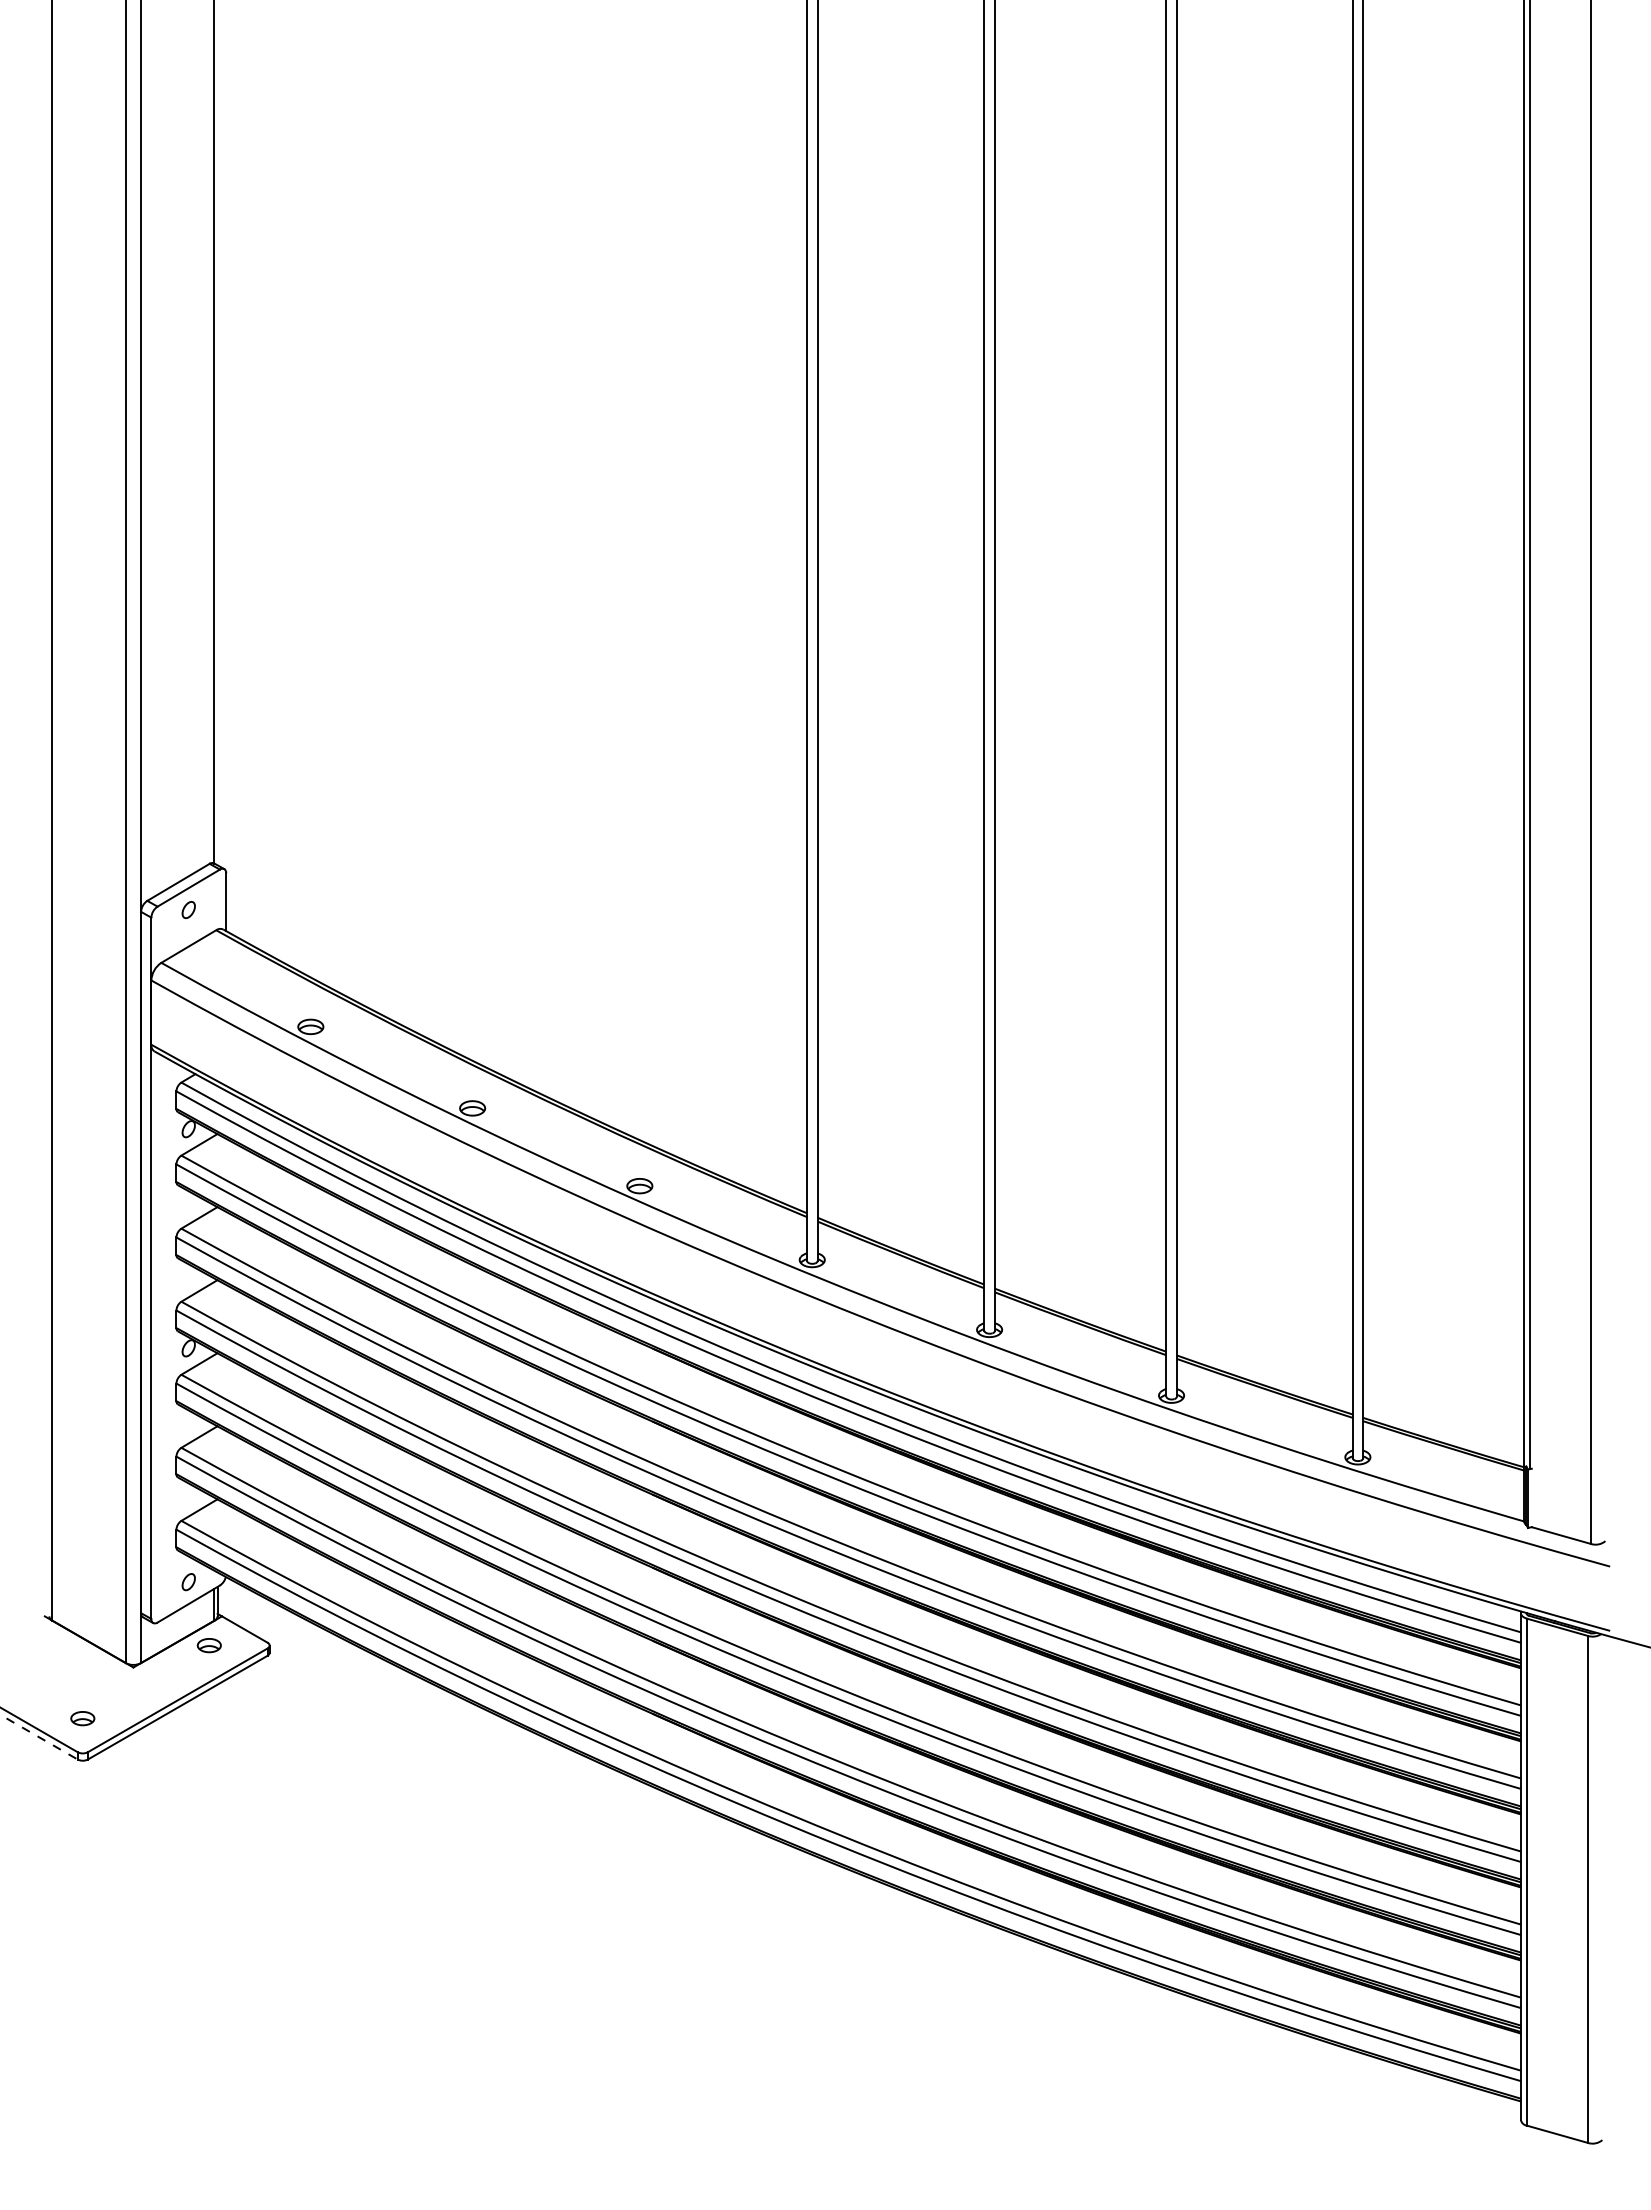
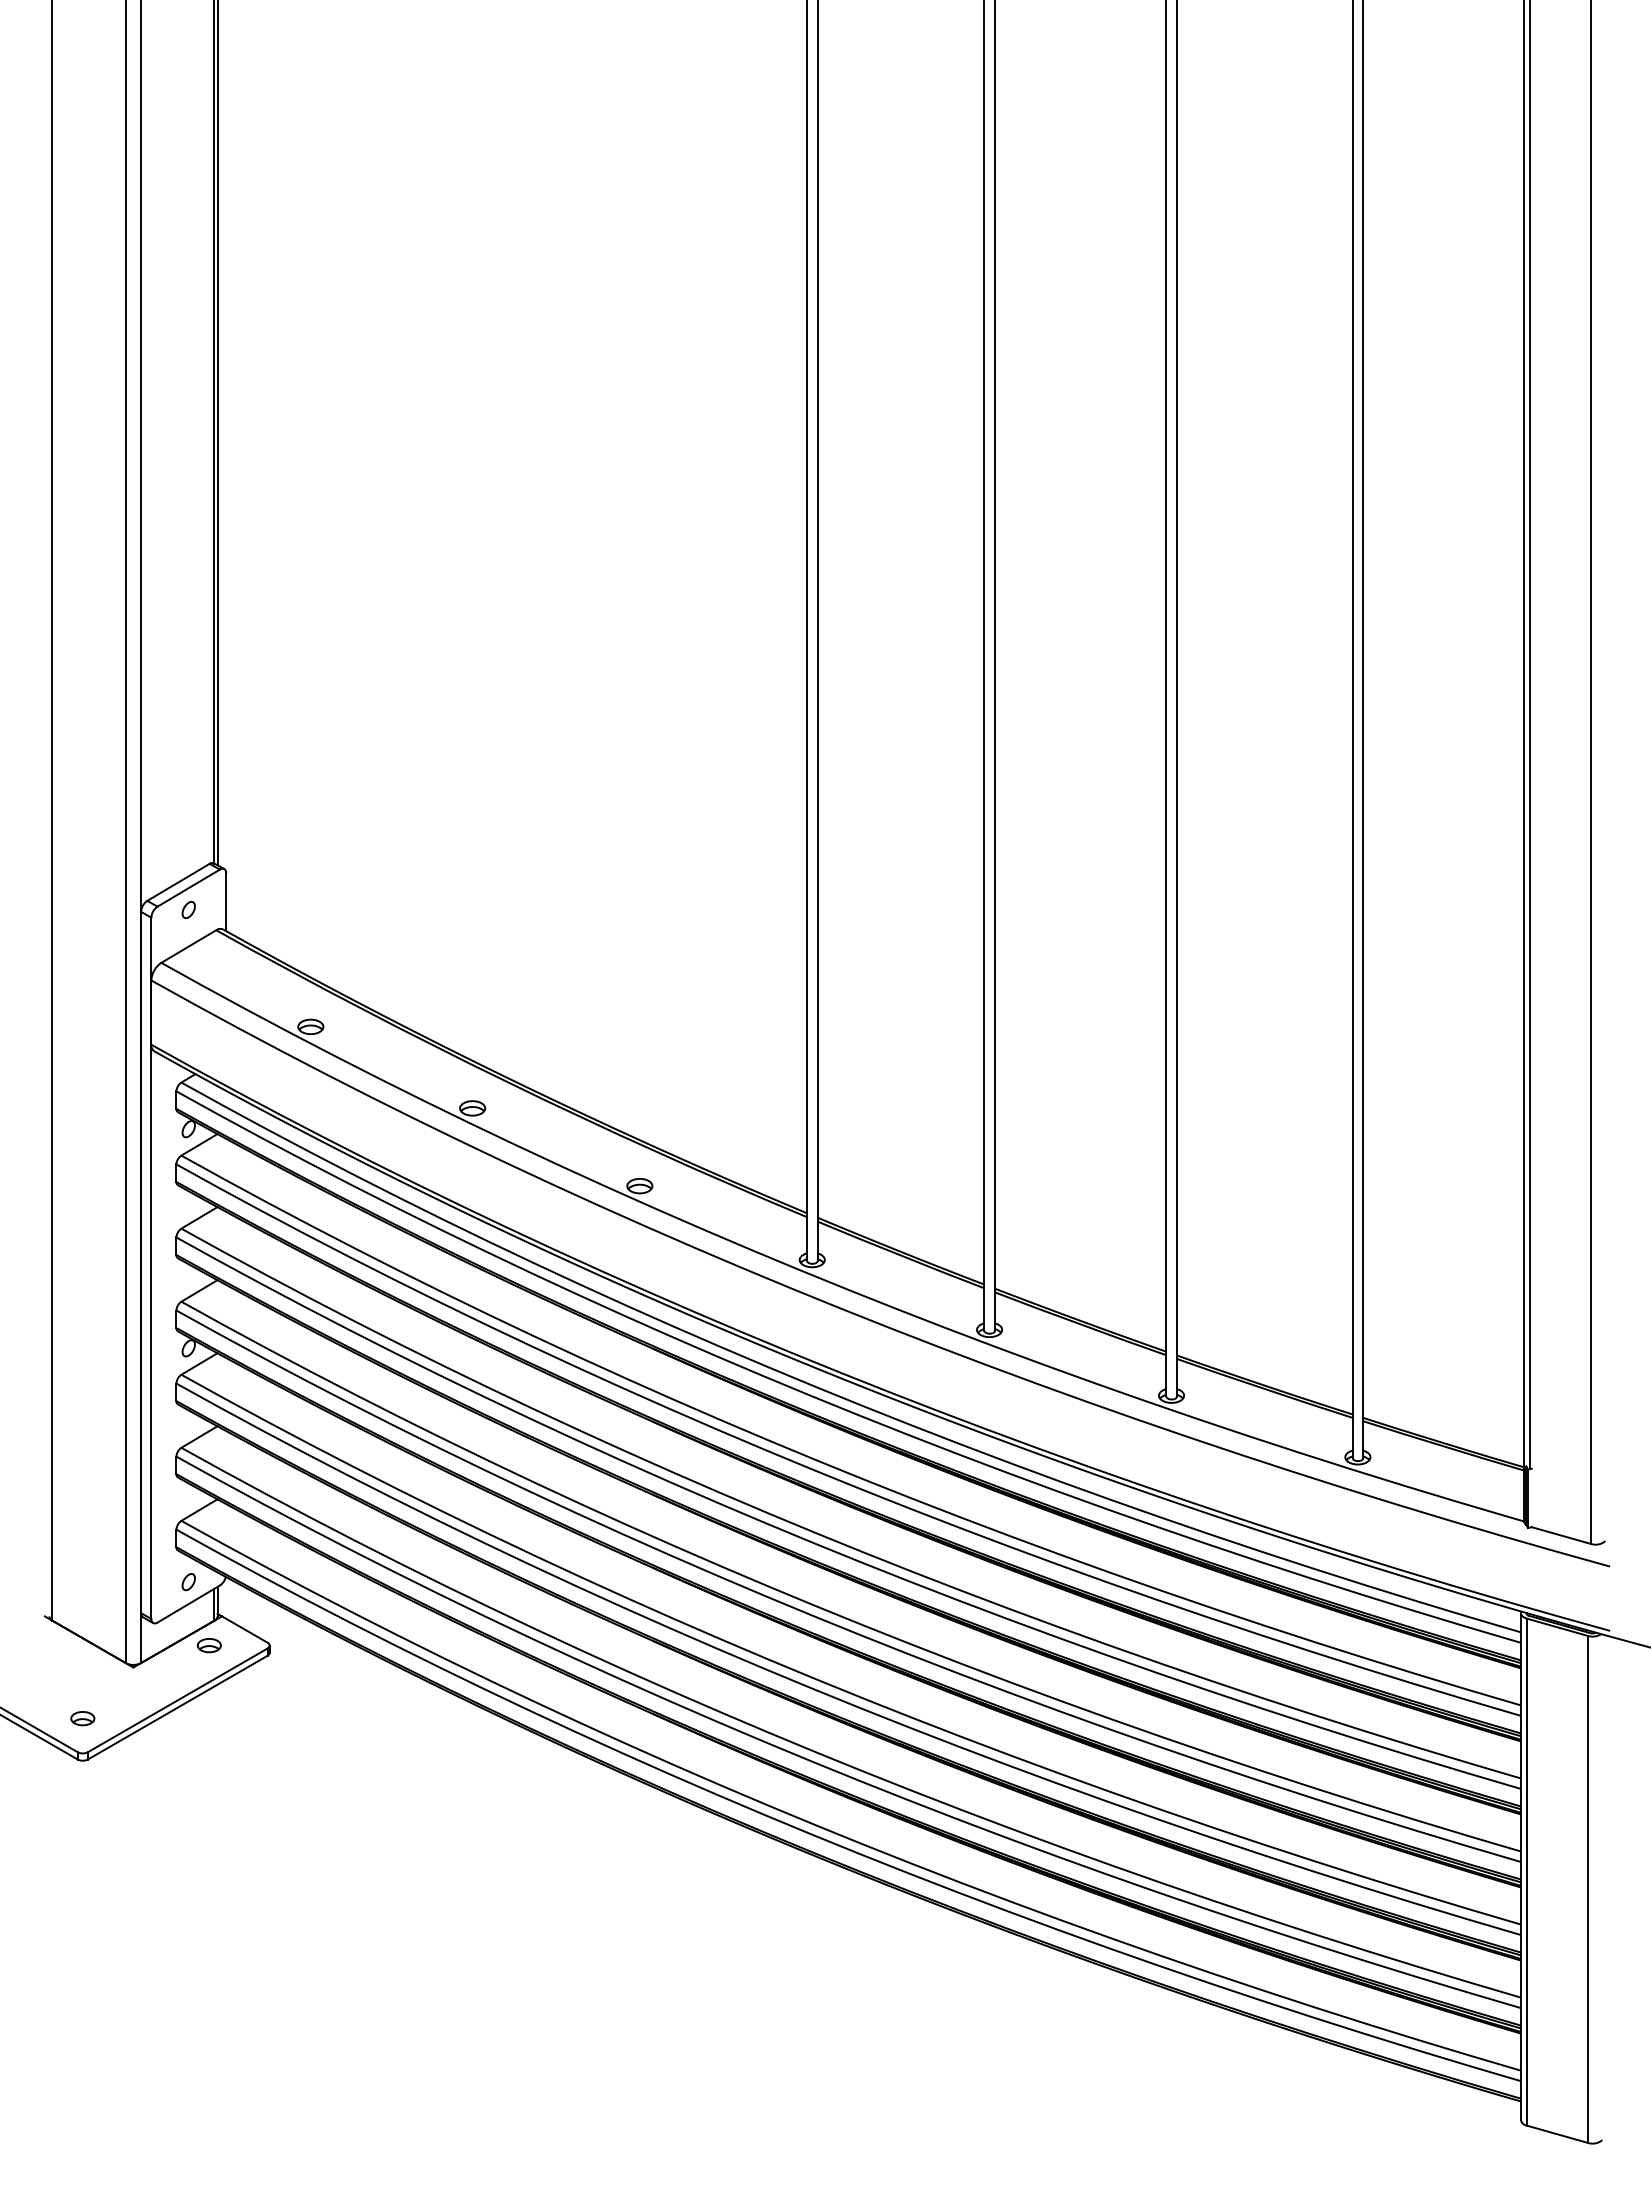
line at (217, 433): none -> present
line at (38, 1737): dashed -> solid
